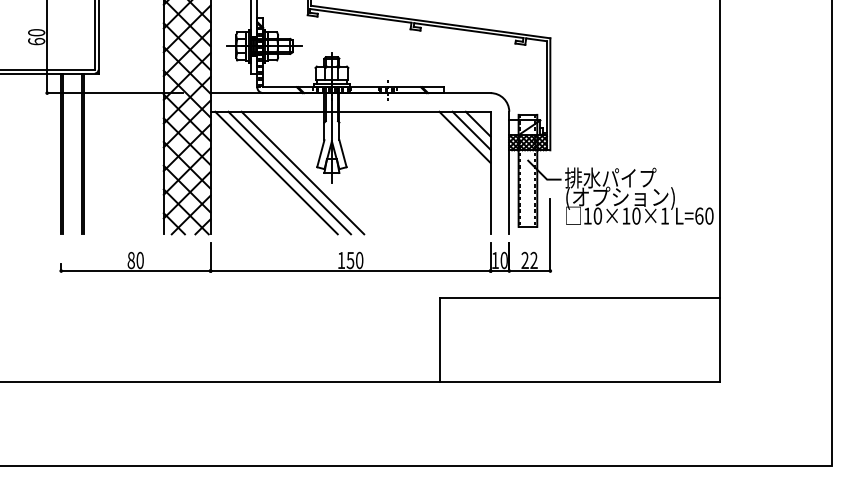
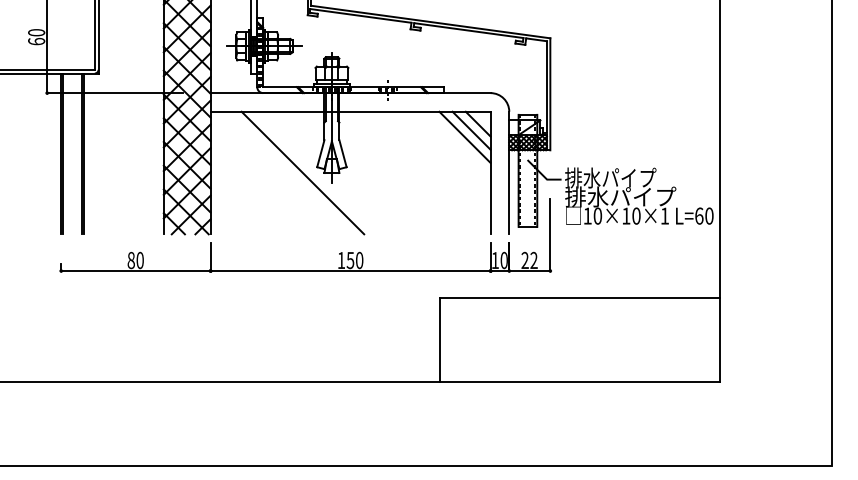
line at (276, 172): present -> none
line at (289, 172): present -> none
text at (620, 197): (オプション) -> 排水パイプ
